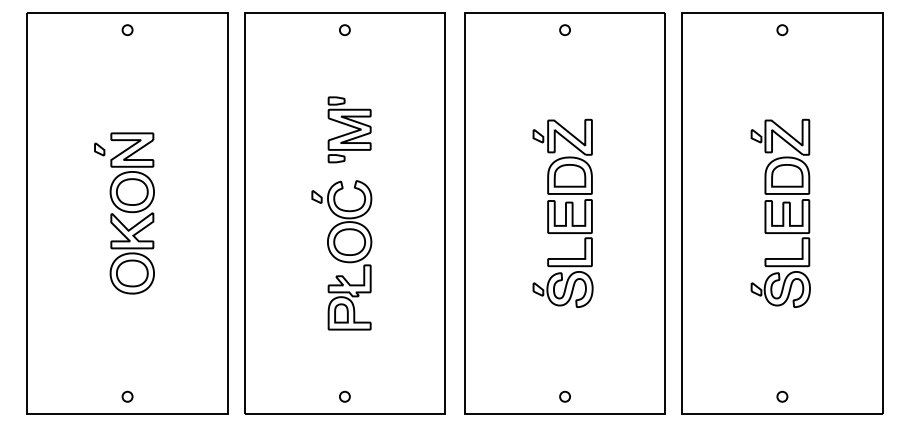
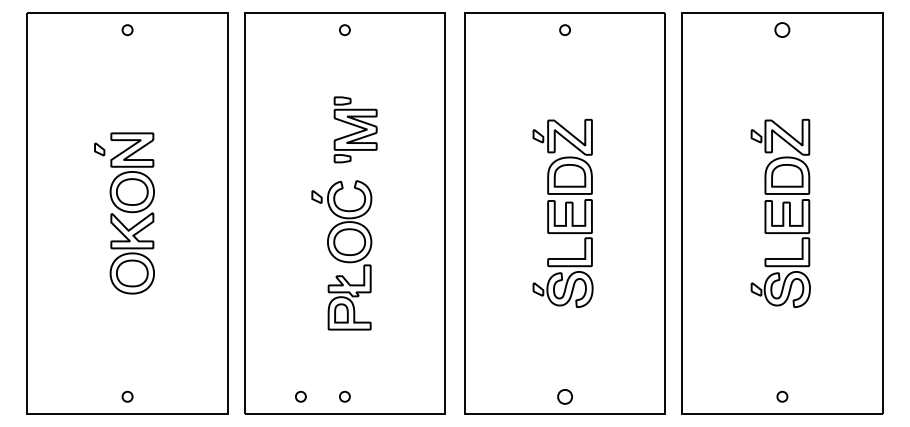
part at (782, 30) size: 13x13 px -> 17x16 px
part at (349, 129) position: (349, 129) -> (355, 129)
part at (300, 396): none -> present
part at (564, 396) size: 12x13 px -> 16x16 px
